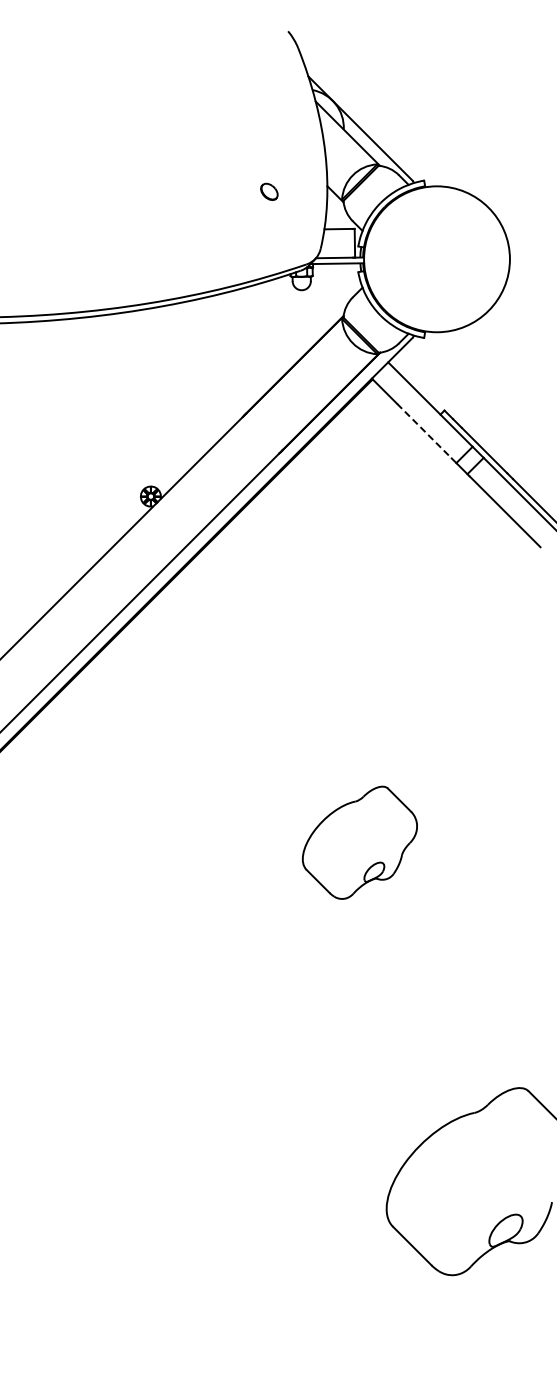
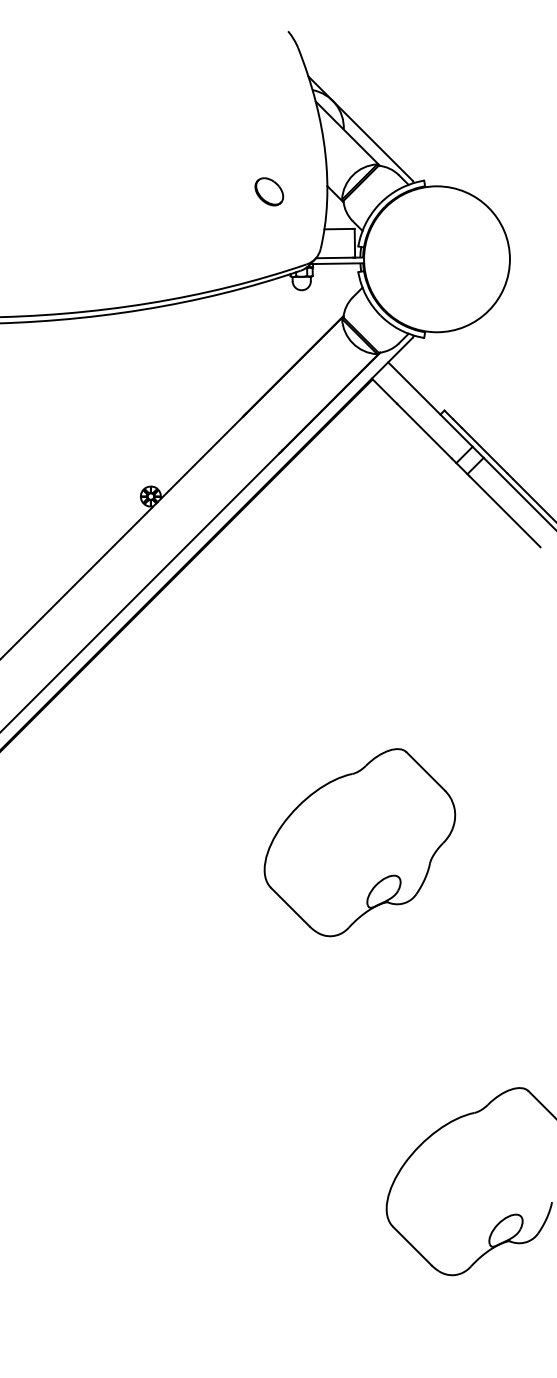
part at (269, 191) size: 19x19 px -> 31x30 px
line at (424, 431): dashed -> solid
part at (359, 842) size: 116x115 px -> 194x190 px
